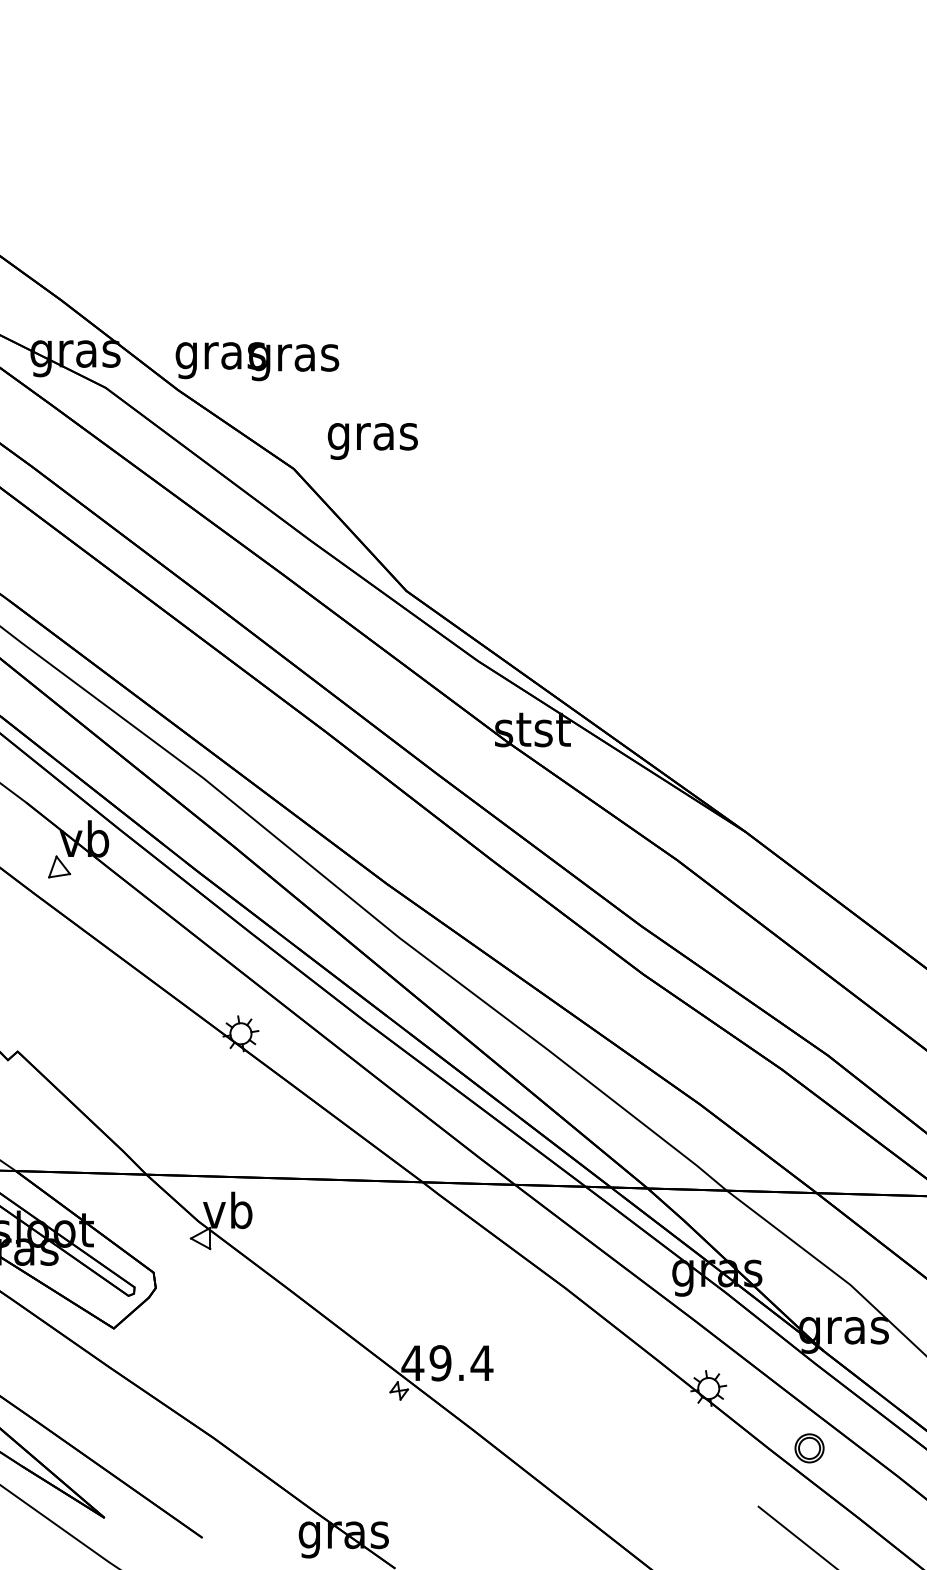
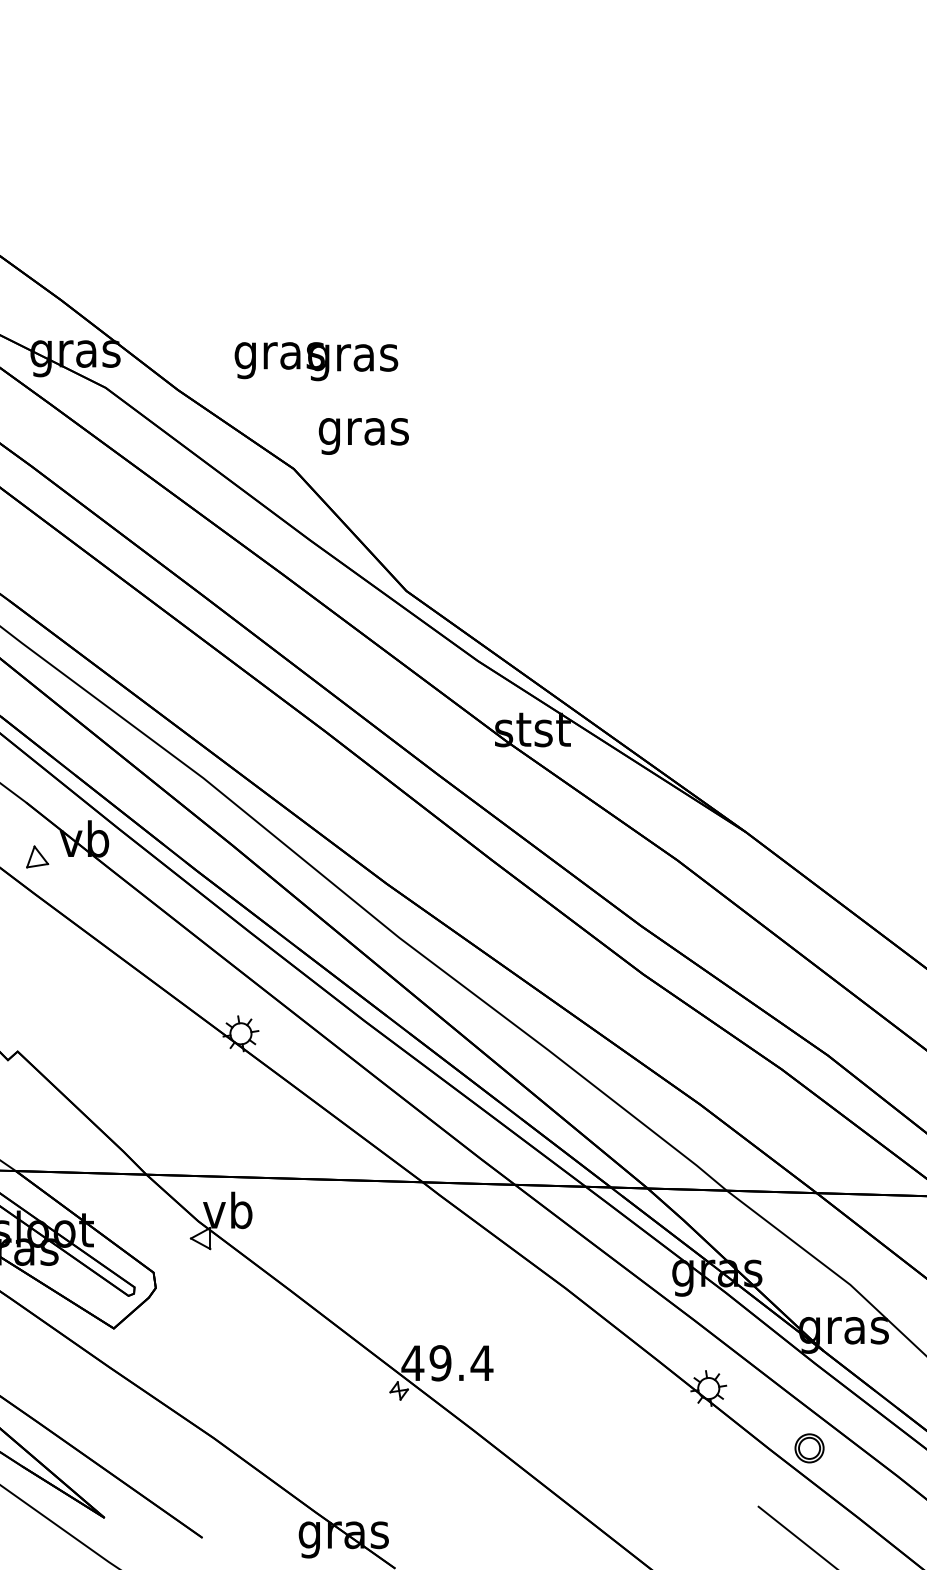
text at (257, 361) position: (257, 361) -> (316, 361)
text at (372, 441) position: (372, 441) -> (363, 436)
part at (59, 866) position: (59, 866) -> (37, 856)
